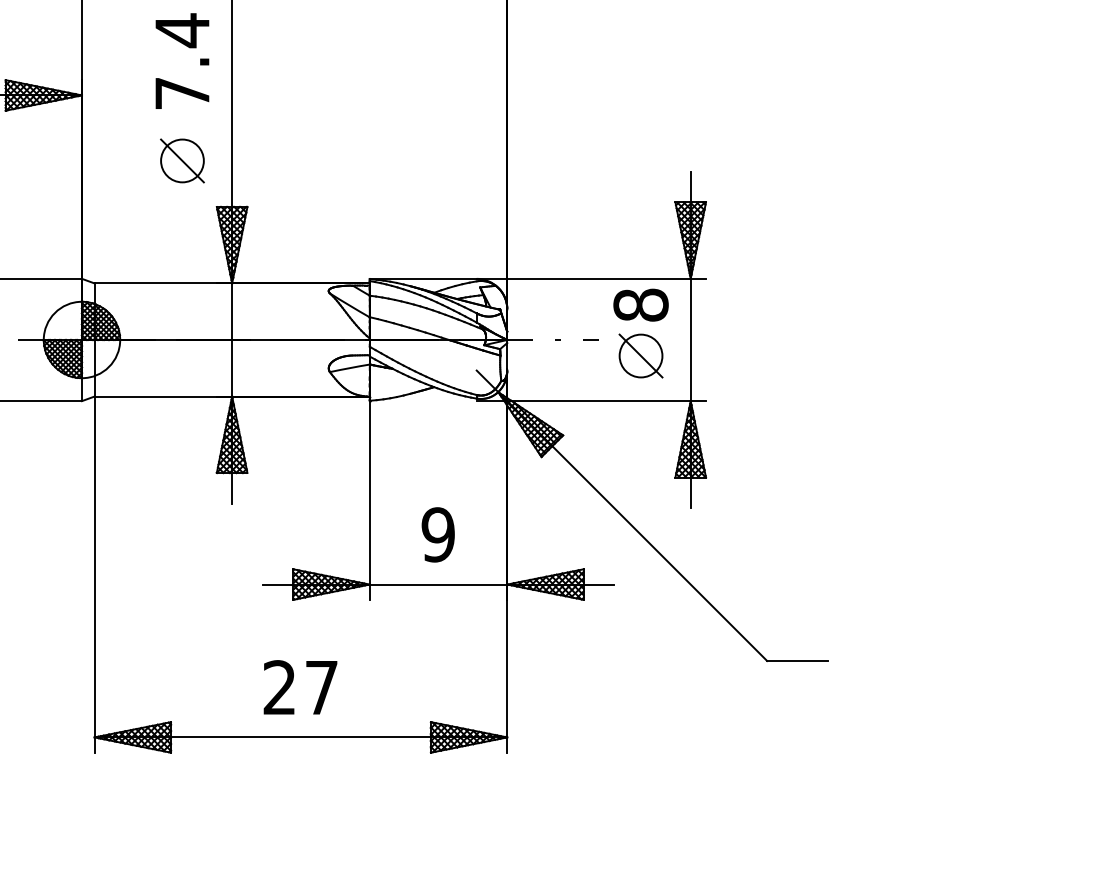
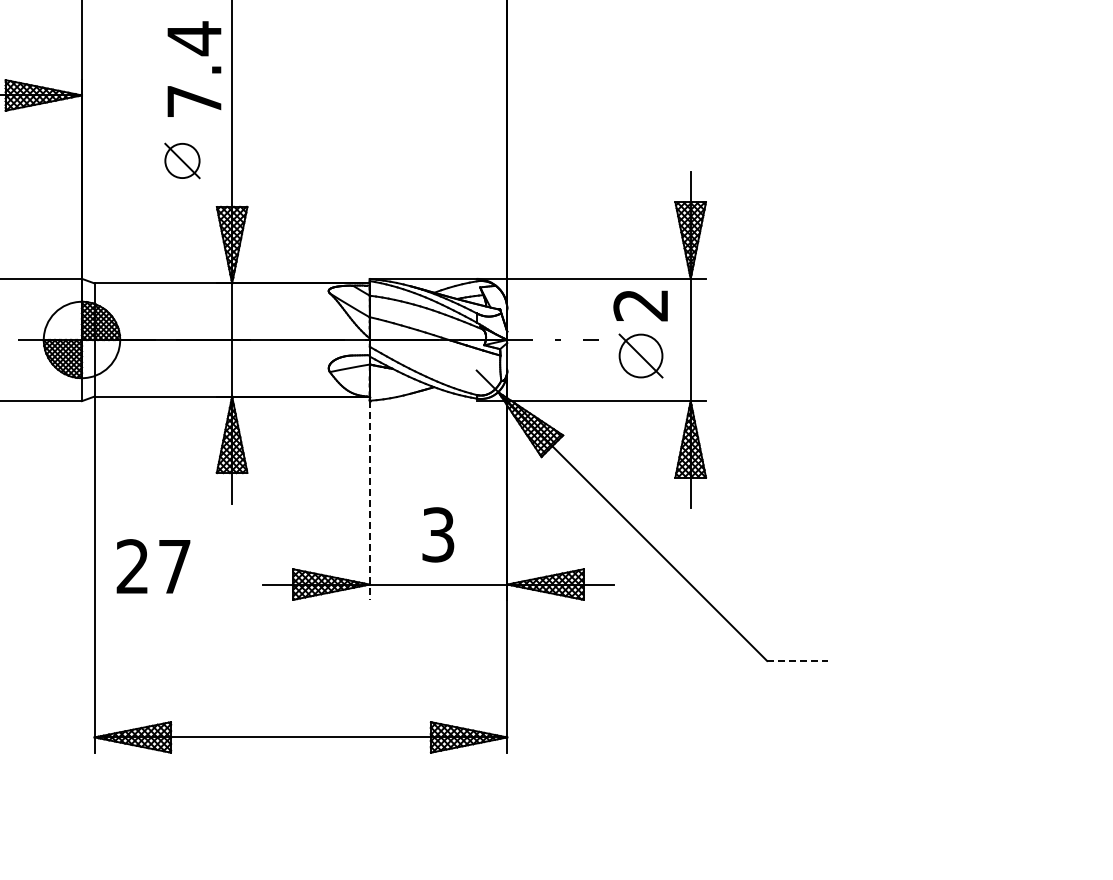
text at (182, 60) position: (182, 60) -> (194, 68)
part at (182, 160) size: 45x46 px -> 37x38 px
text at (640, 304): 8 -> 2
line at (369, 500): solid -> dashed
text at (437, 534): 9 -> 3
line at (798, 660): solid -> dashed
text at (300, 687) position: (300, 687) -> (153, 566)
